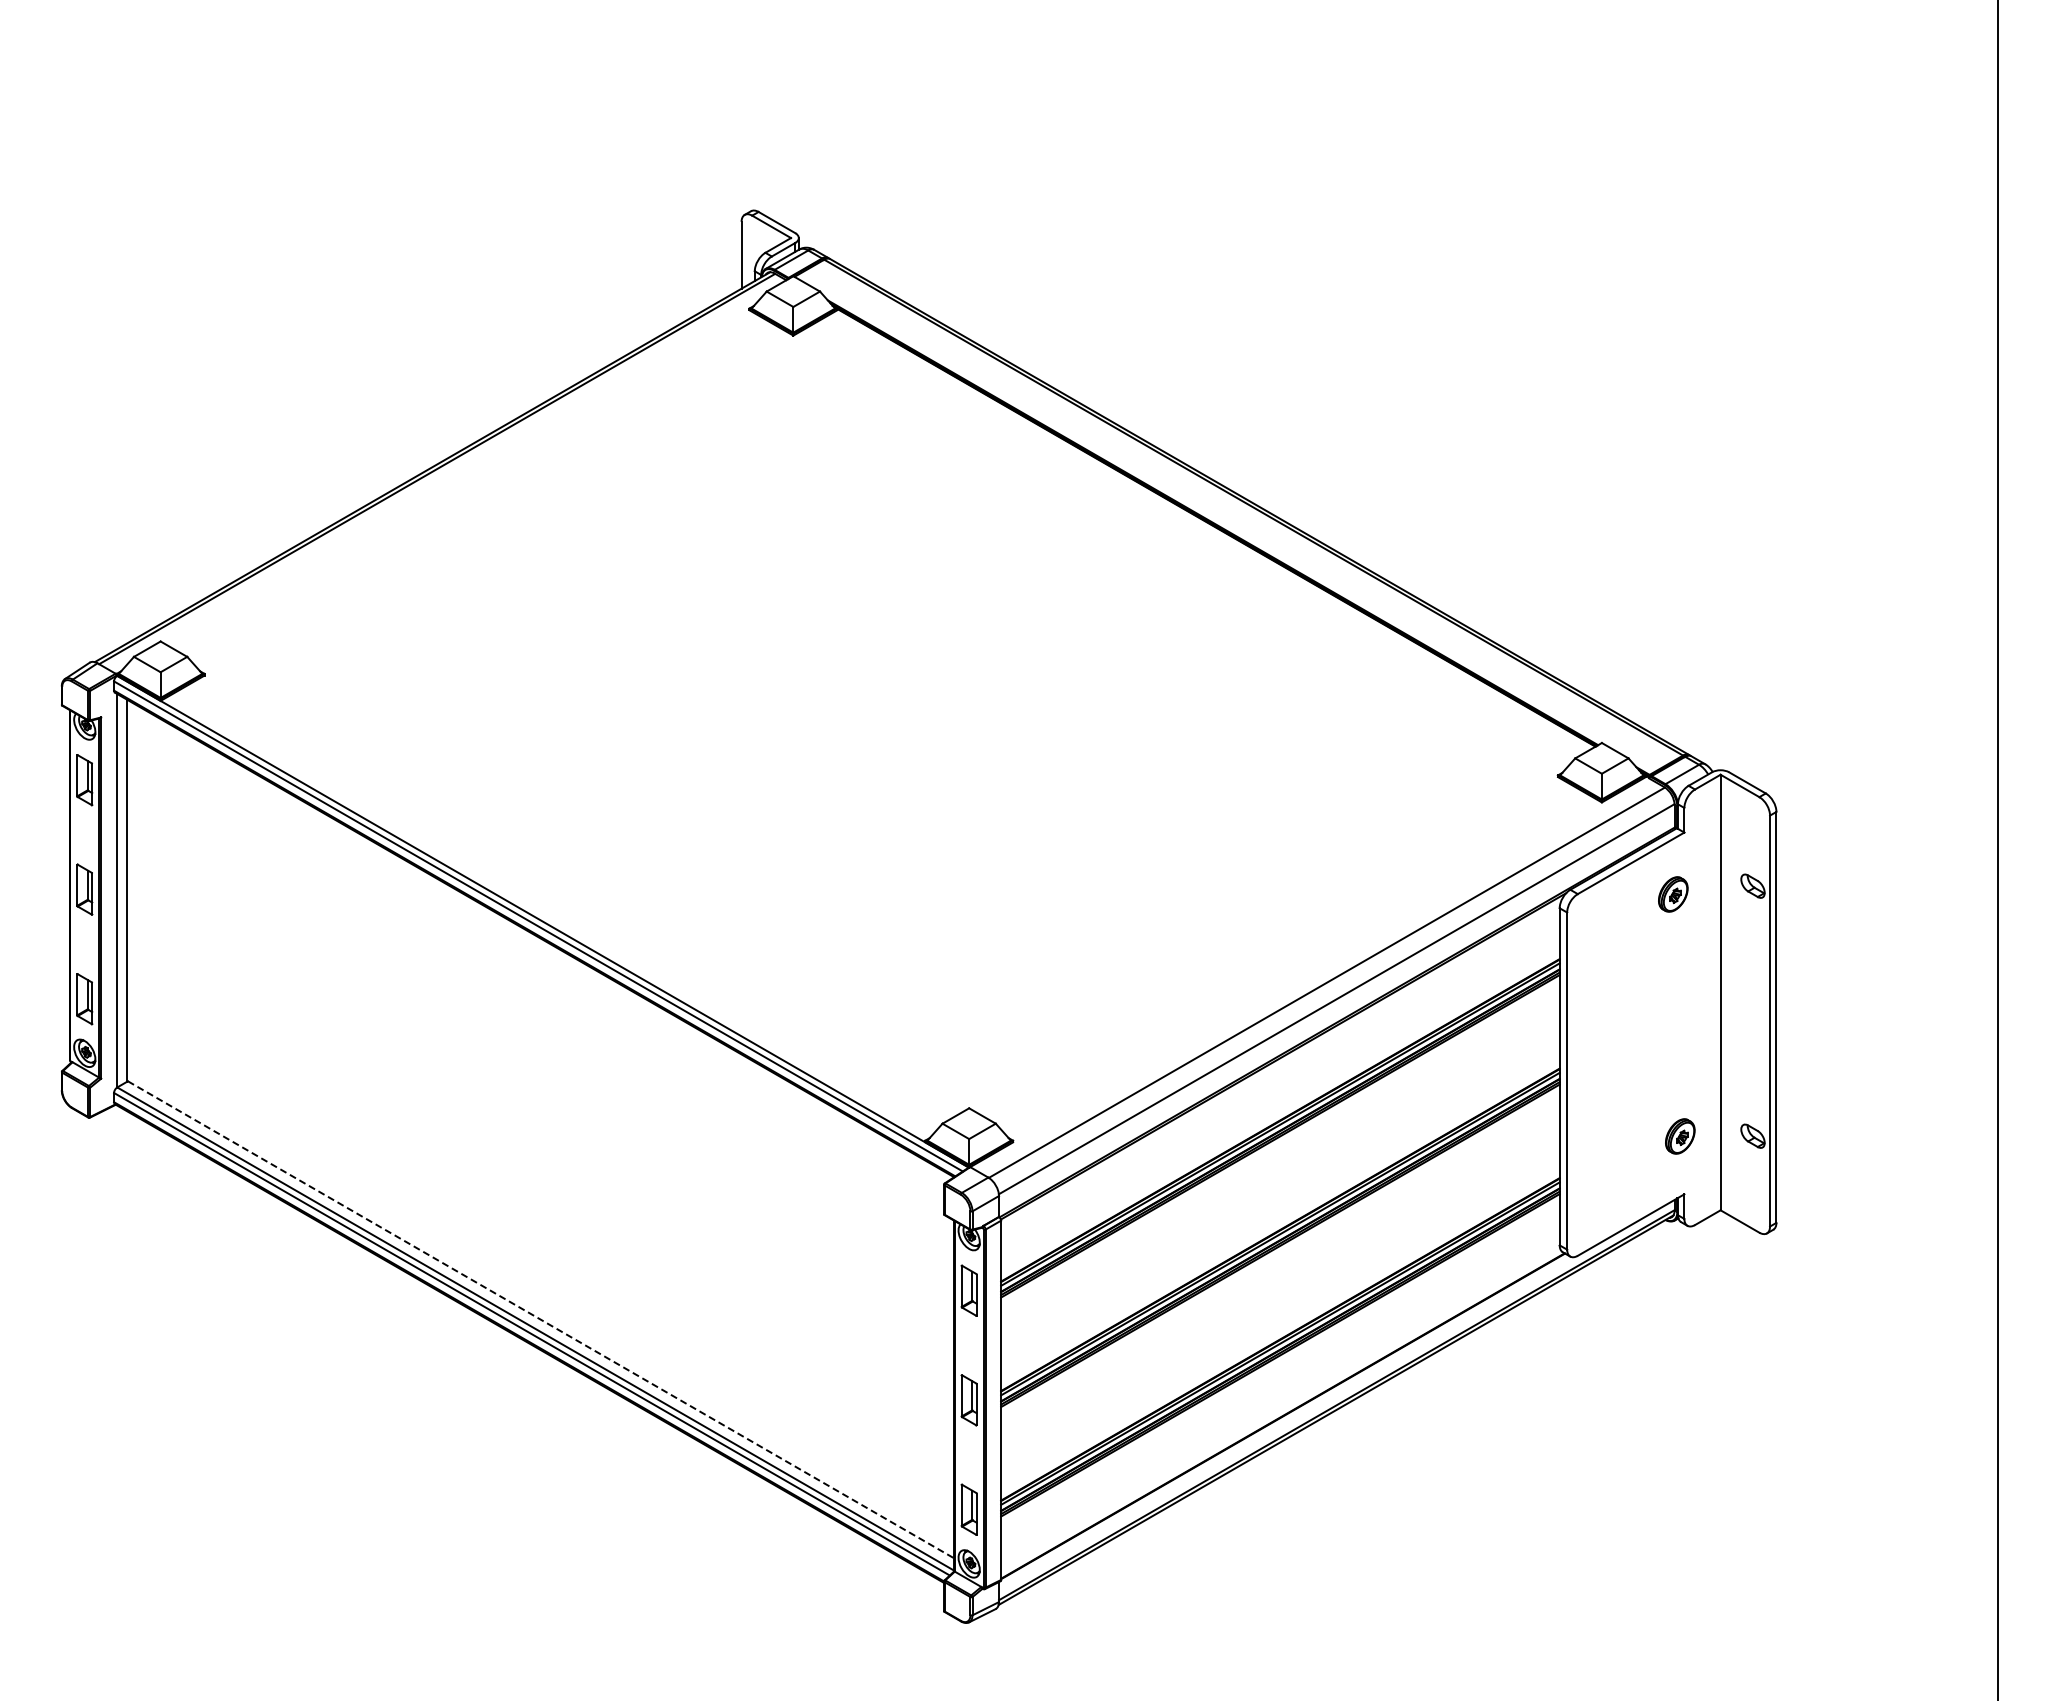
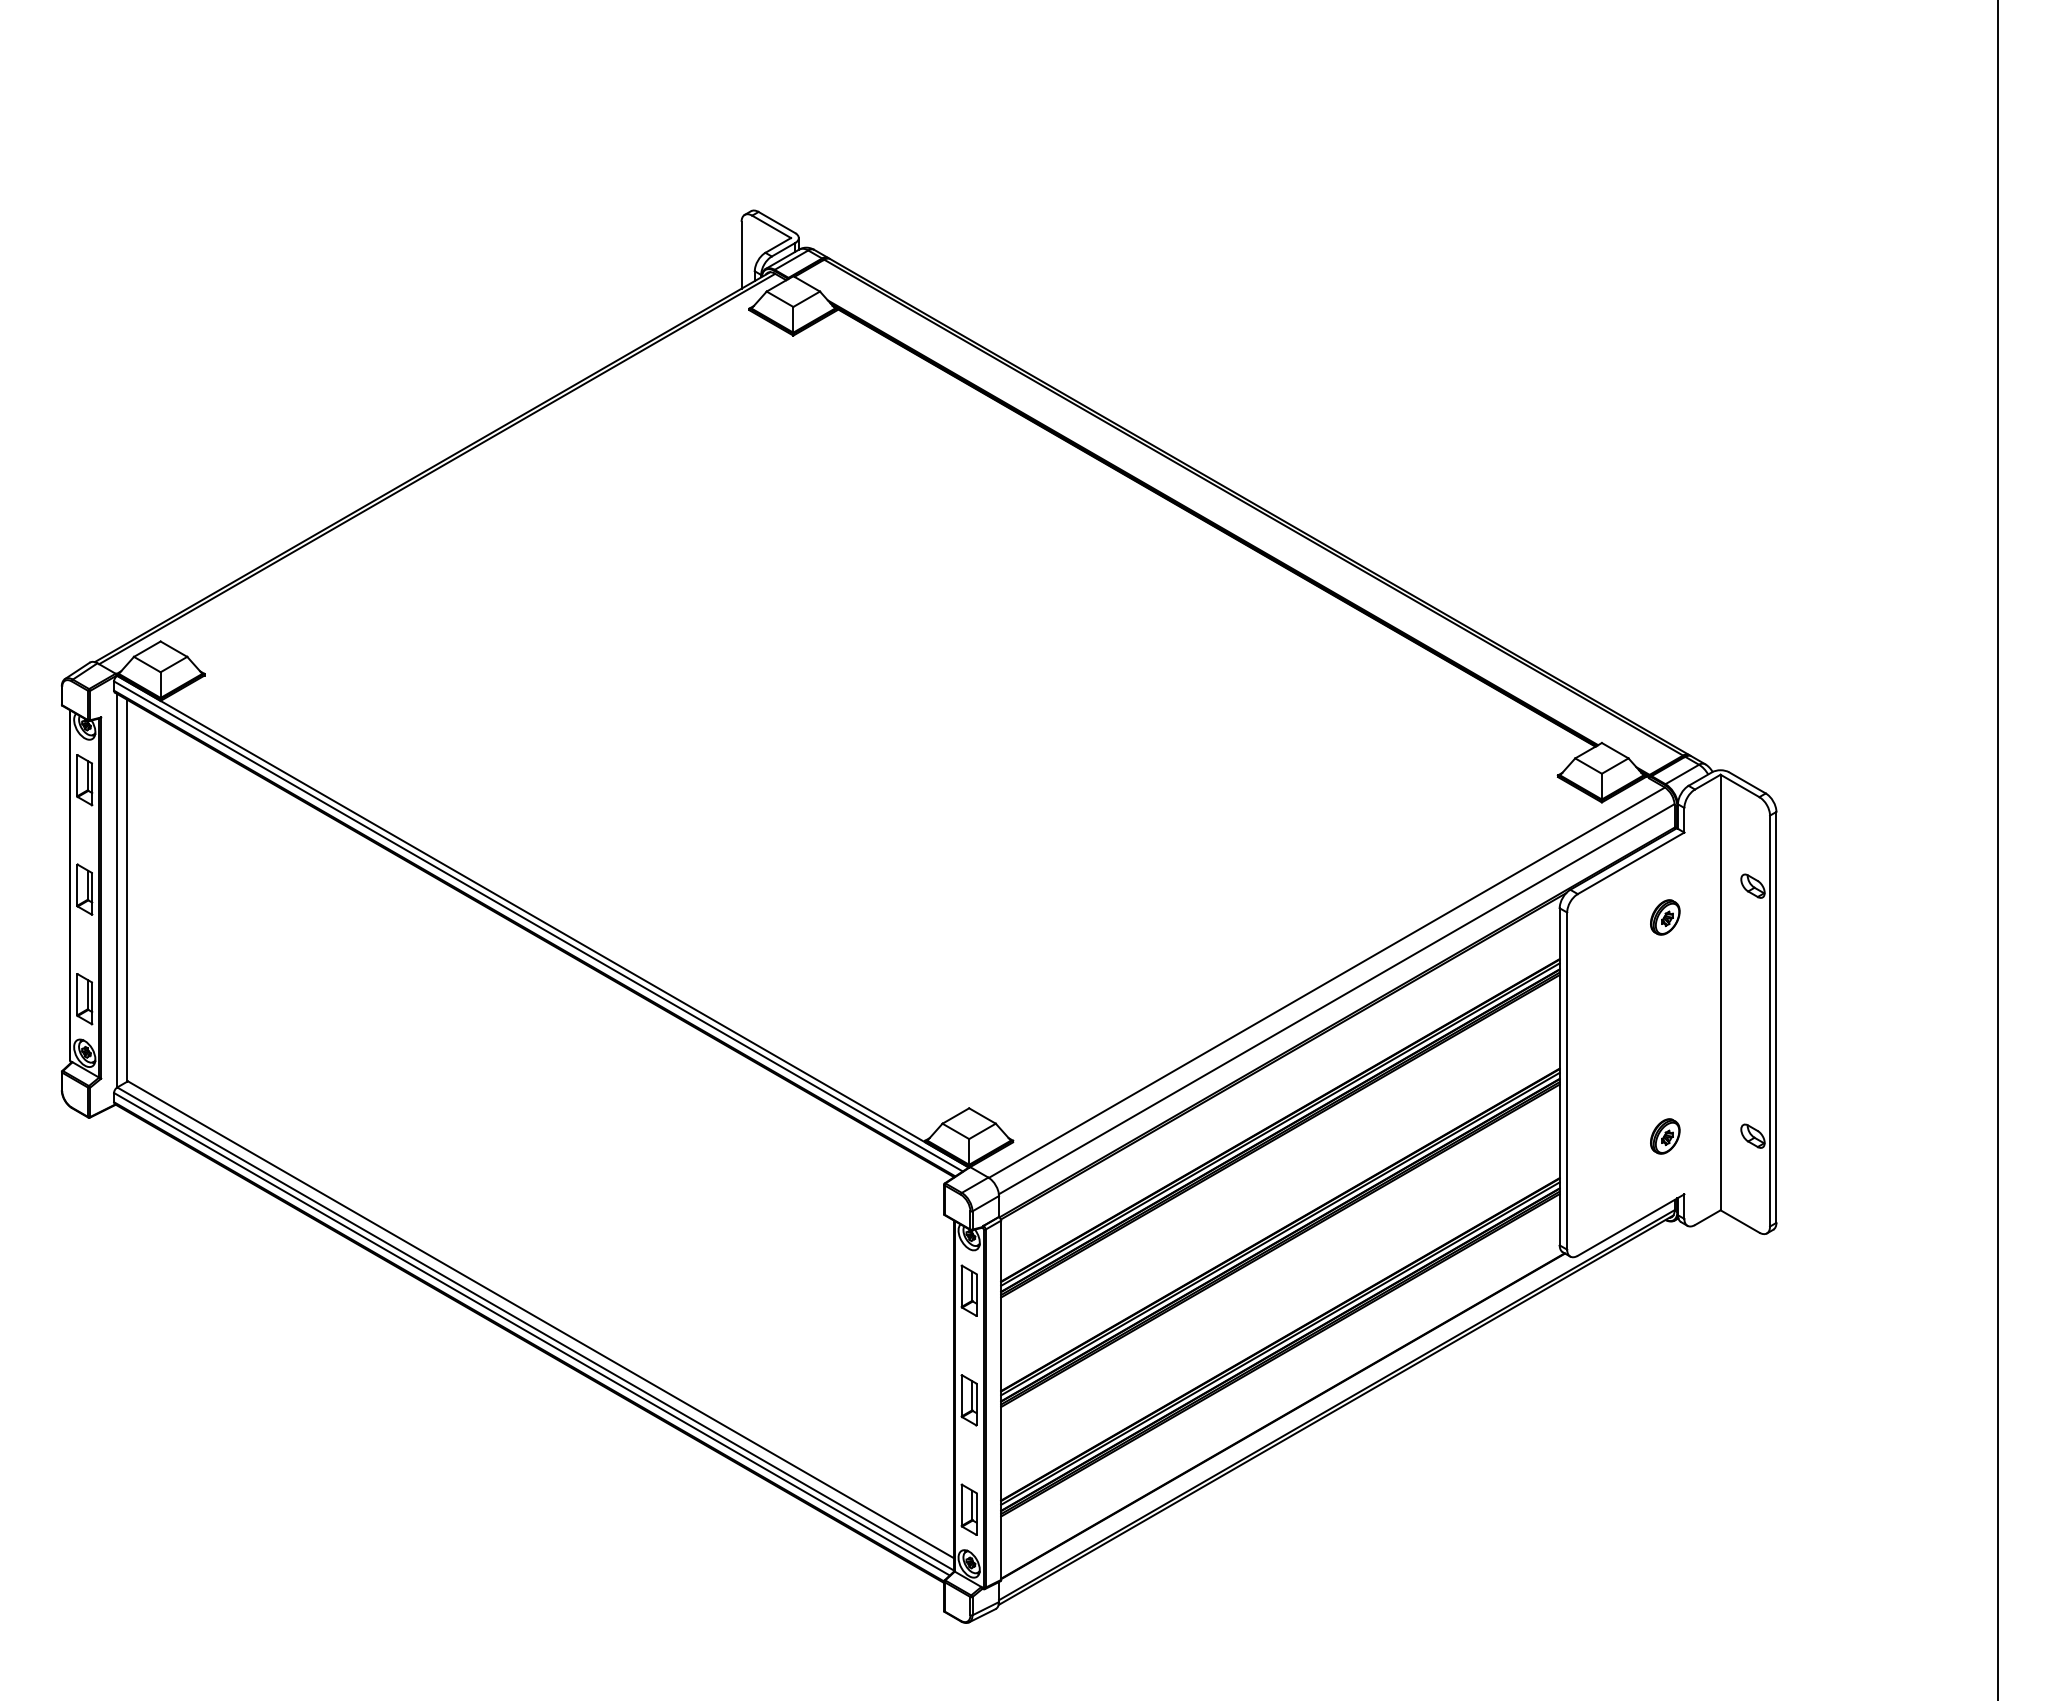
part at (1673, 894) position: (1673, 894) -> (1665, 917)
part at (1680, 1136) position: (1680, 1136) -> (1665, 1136)
line at (541, 1320): dashed -> solid
